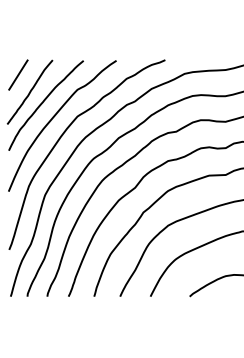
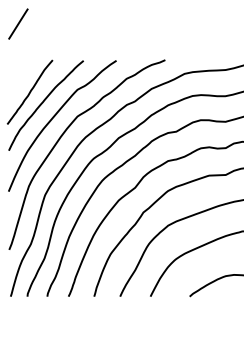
line at (18, 74) position: (18, 74) -> (18, 23)
